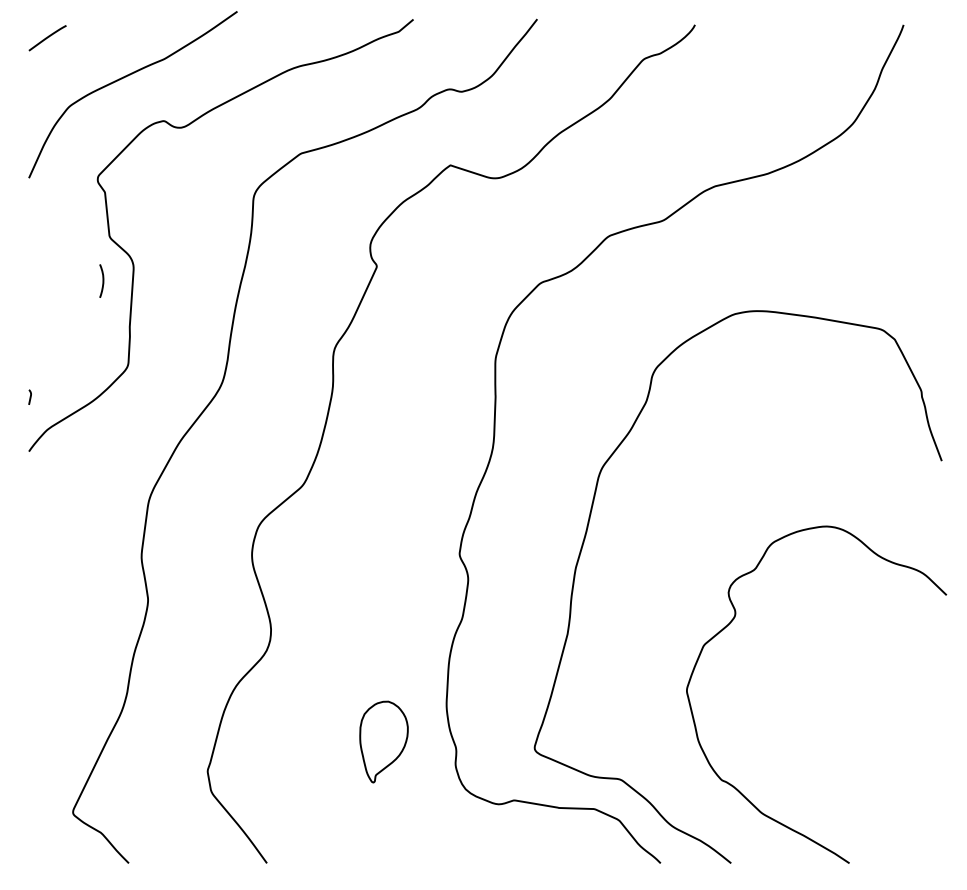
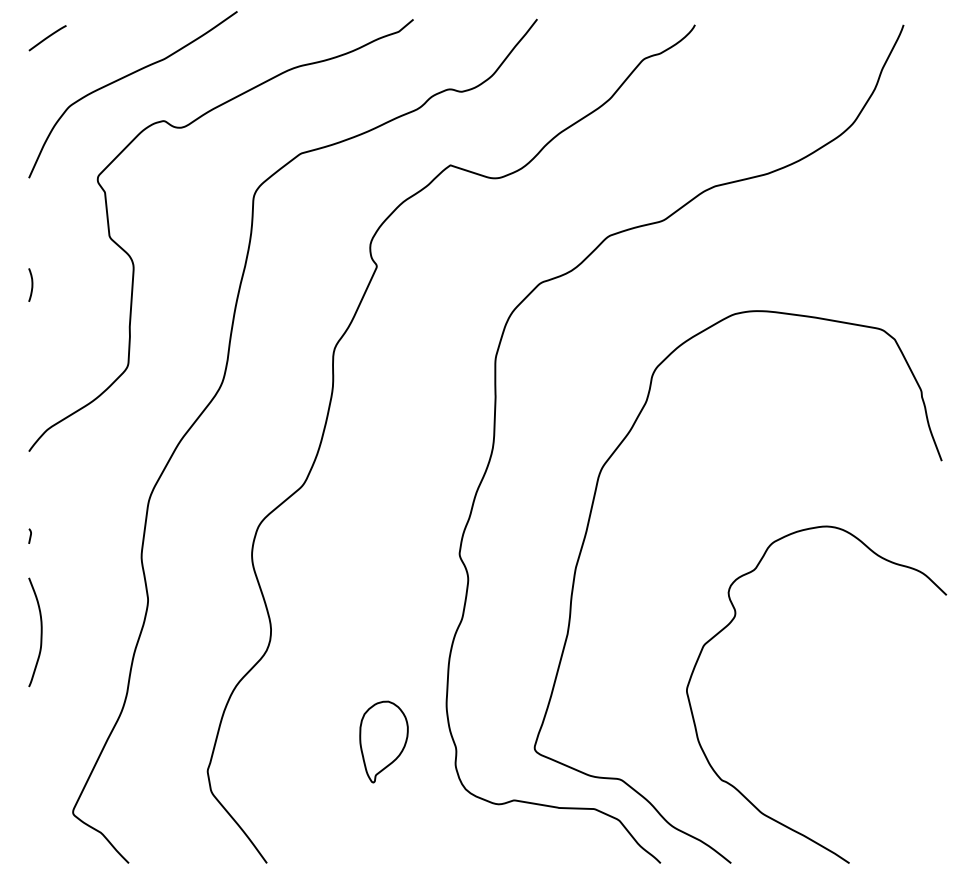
curve at (102, 280) position: (102, 280) -> (31, 284)
curve at (29, 396) position: (29, 396) -> (29, 535)
curve at (40, 632): none -> present
